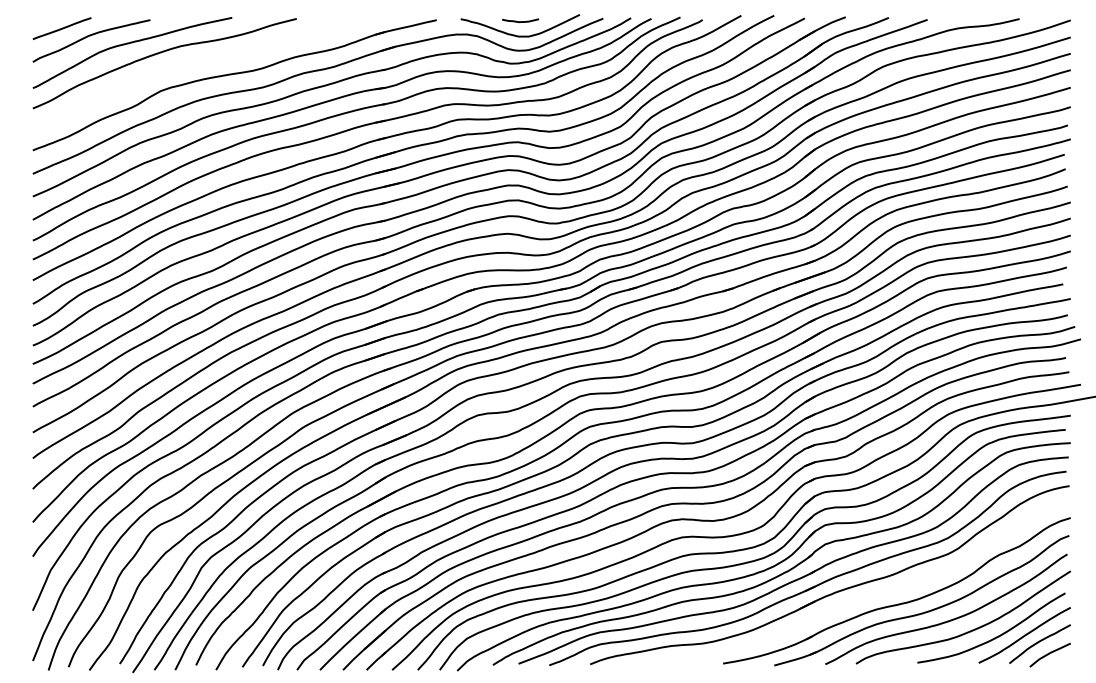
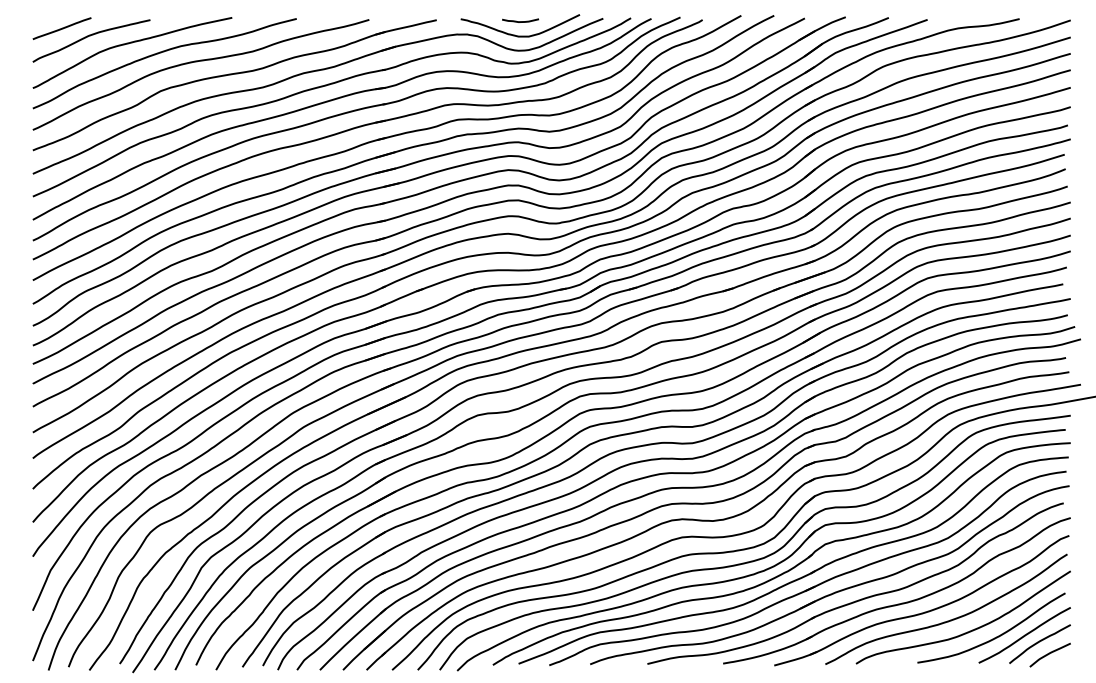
curve at (197, 62): none -> present
part at (861, 598): none -> present
